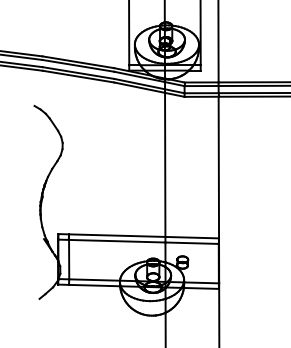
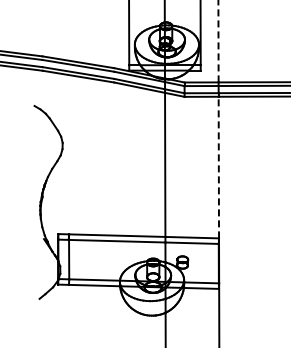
line at (218, 40): solid -> dashed
line at (218, 167): solid -> dashed
